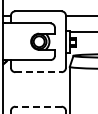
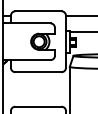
line at (38, 72): dashed -> solid
line at (37, 106): dashed -> solid
